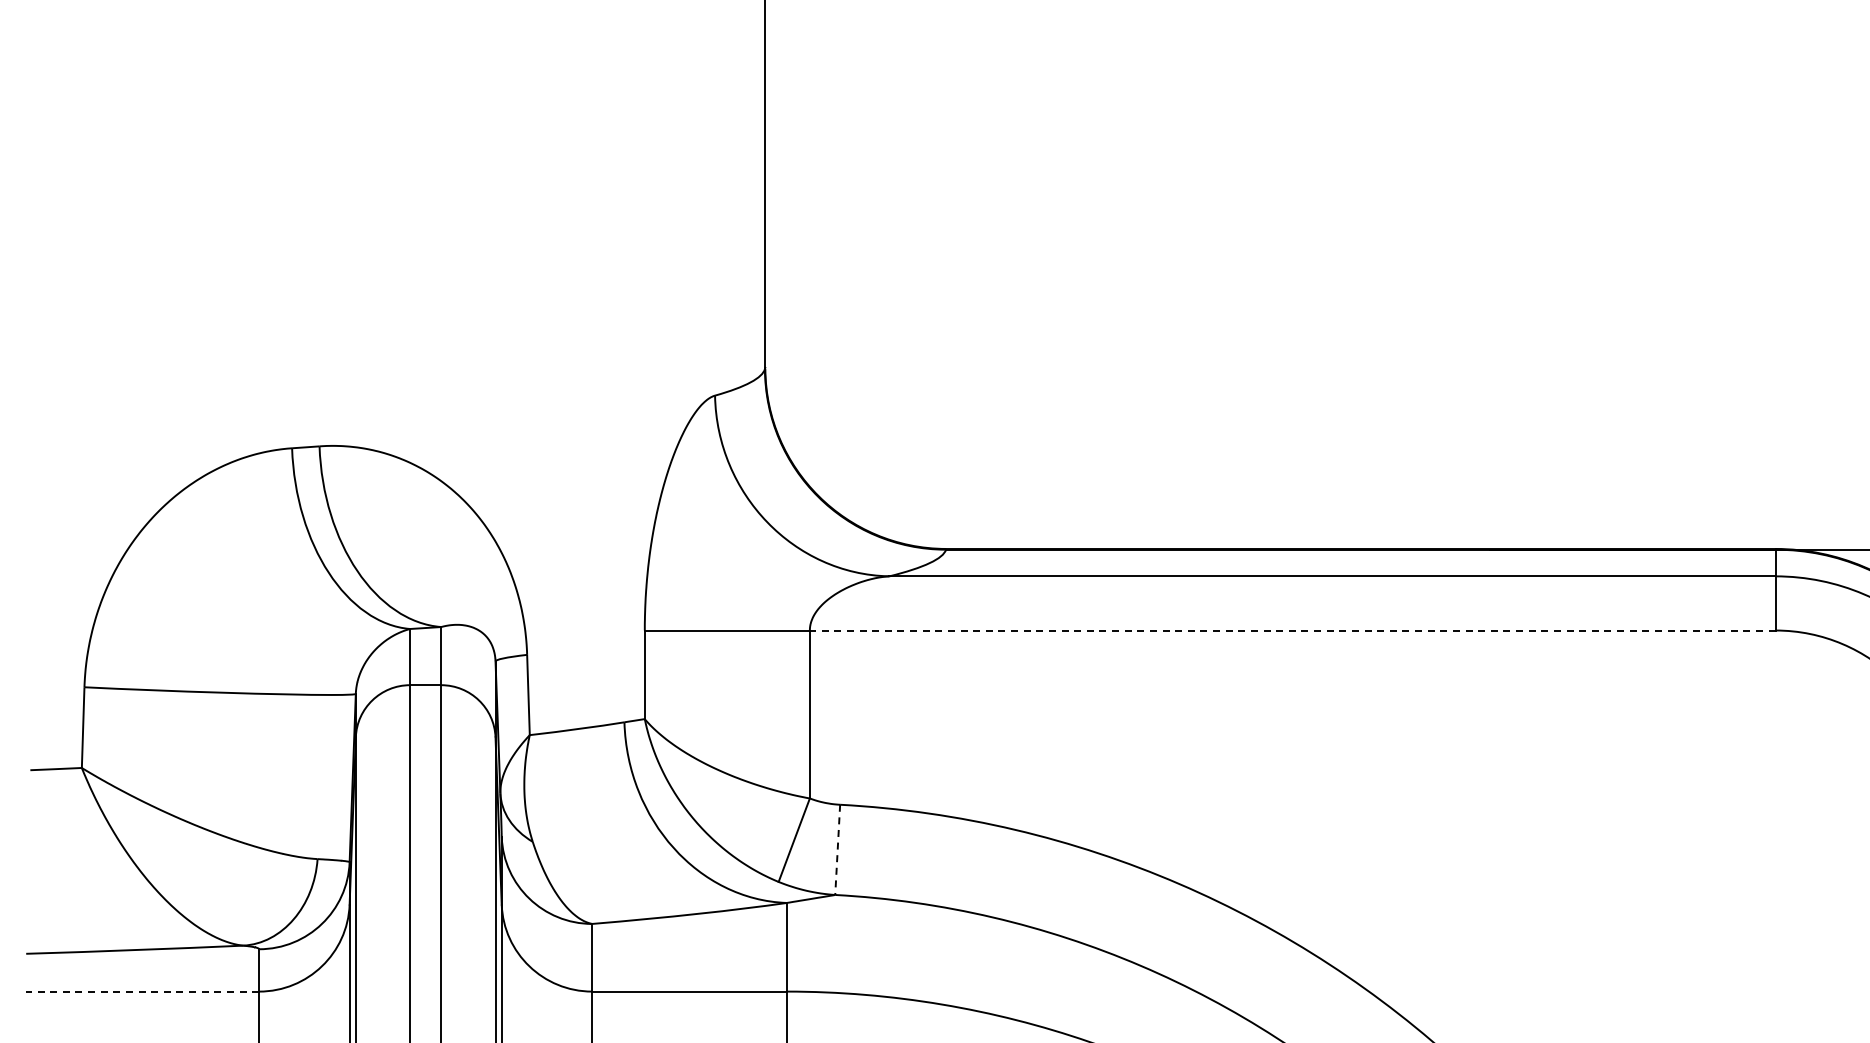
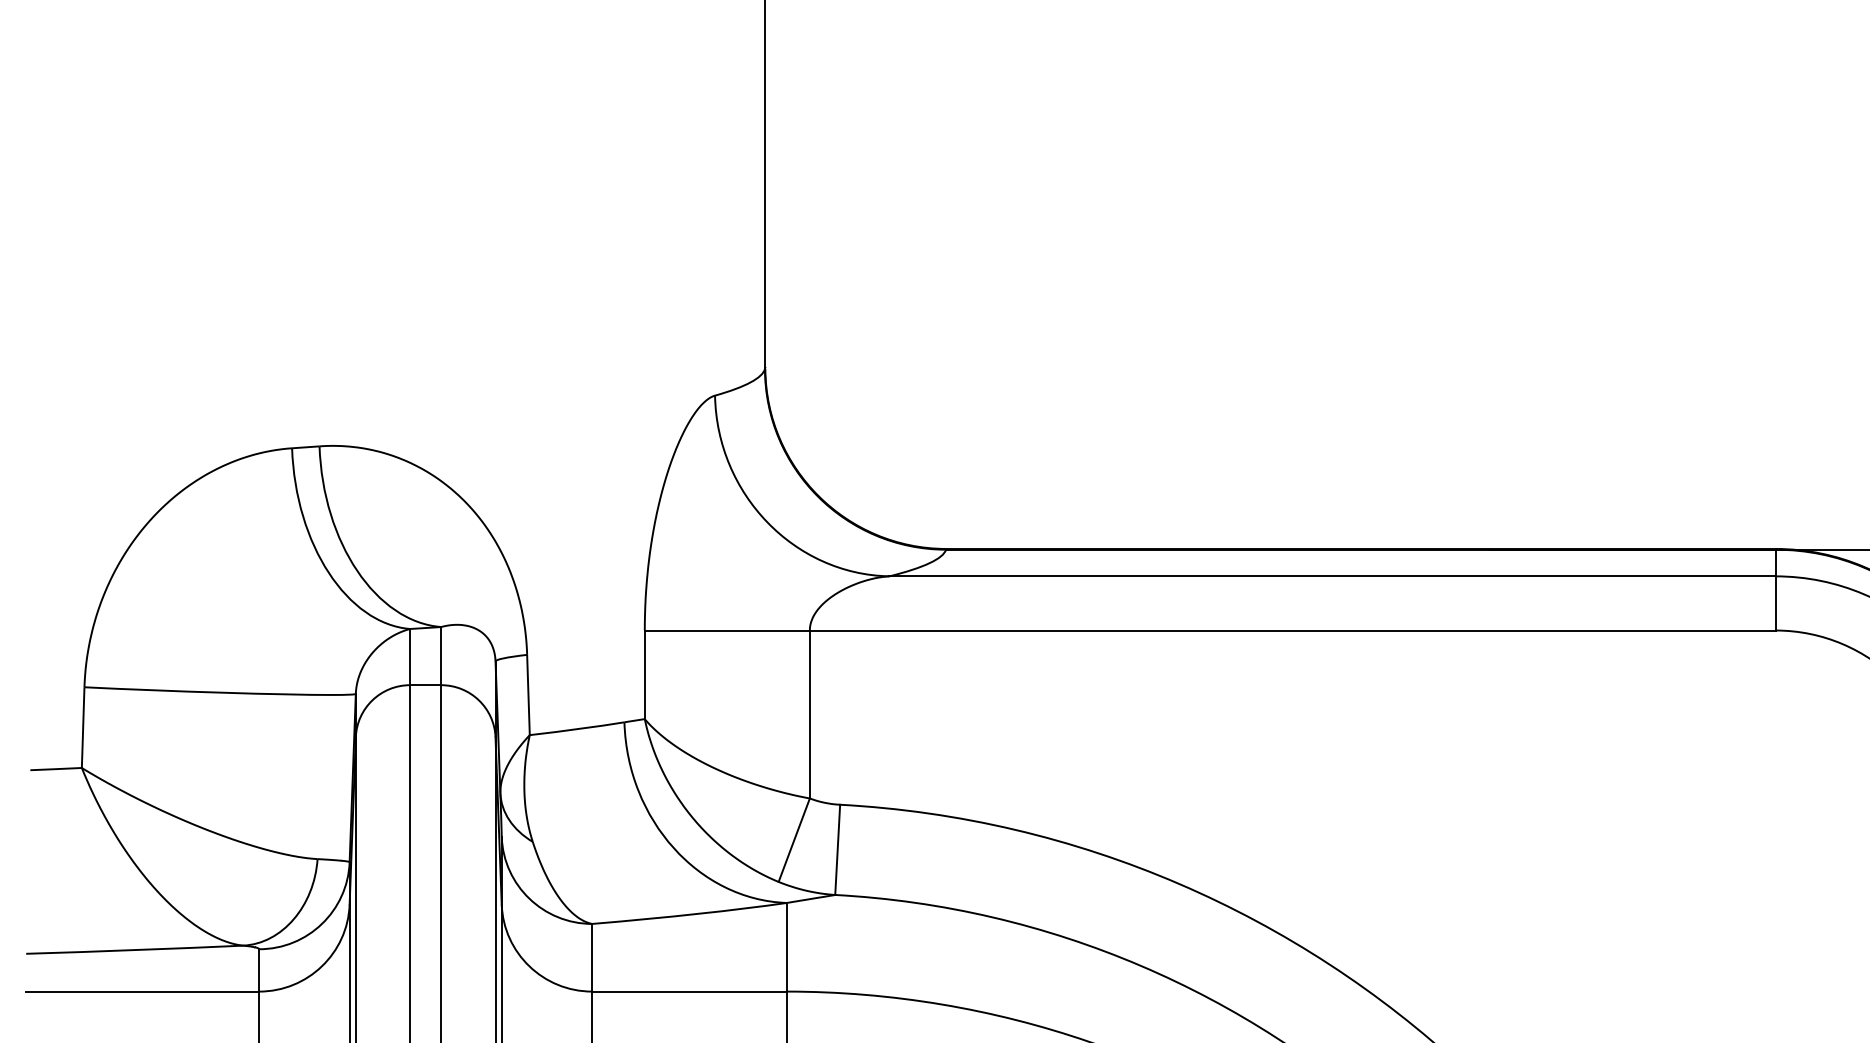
line at (1292, 630): dashed -> solid
line at (837, 850): dashed -> solid
line at (142, 991): dashed -> solid
